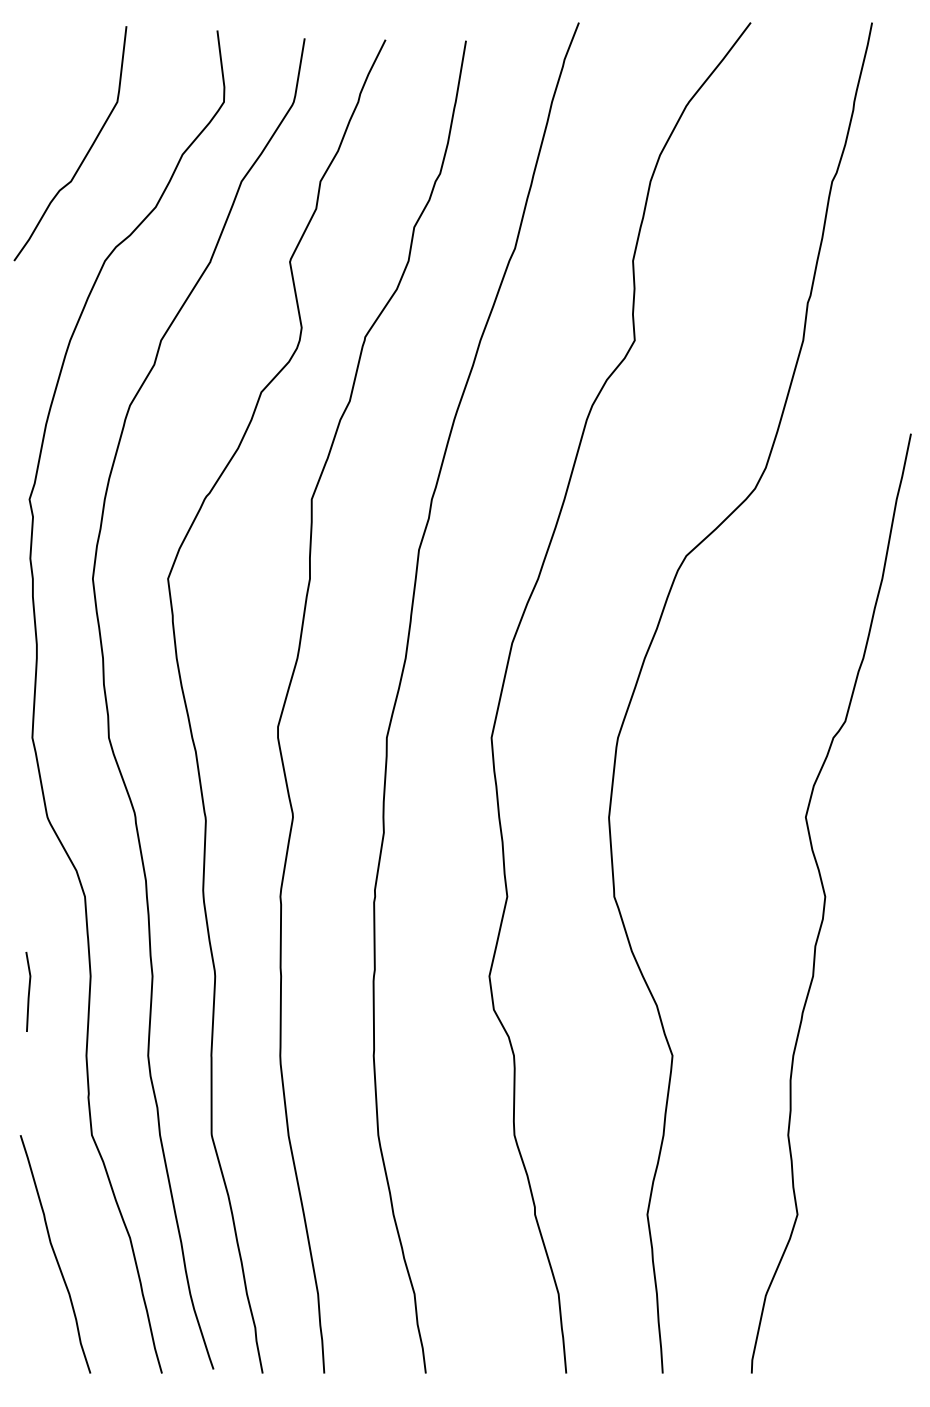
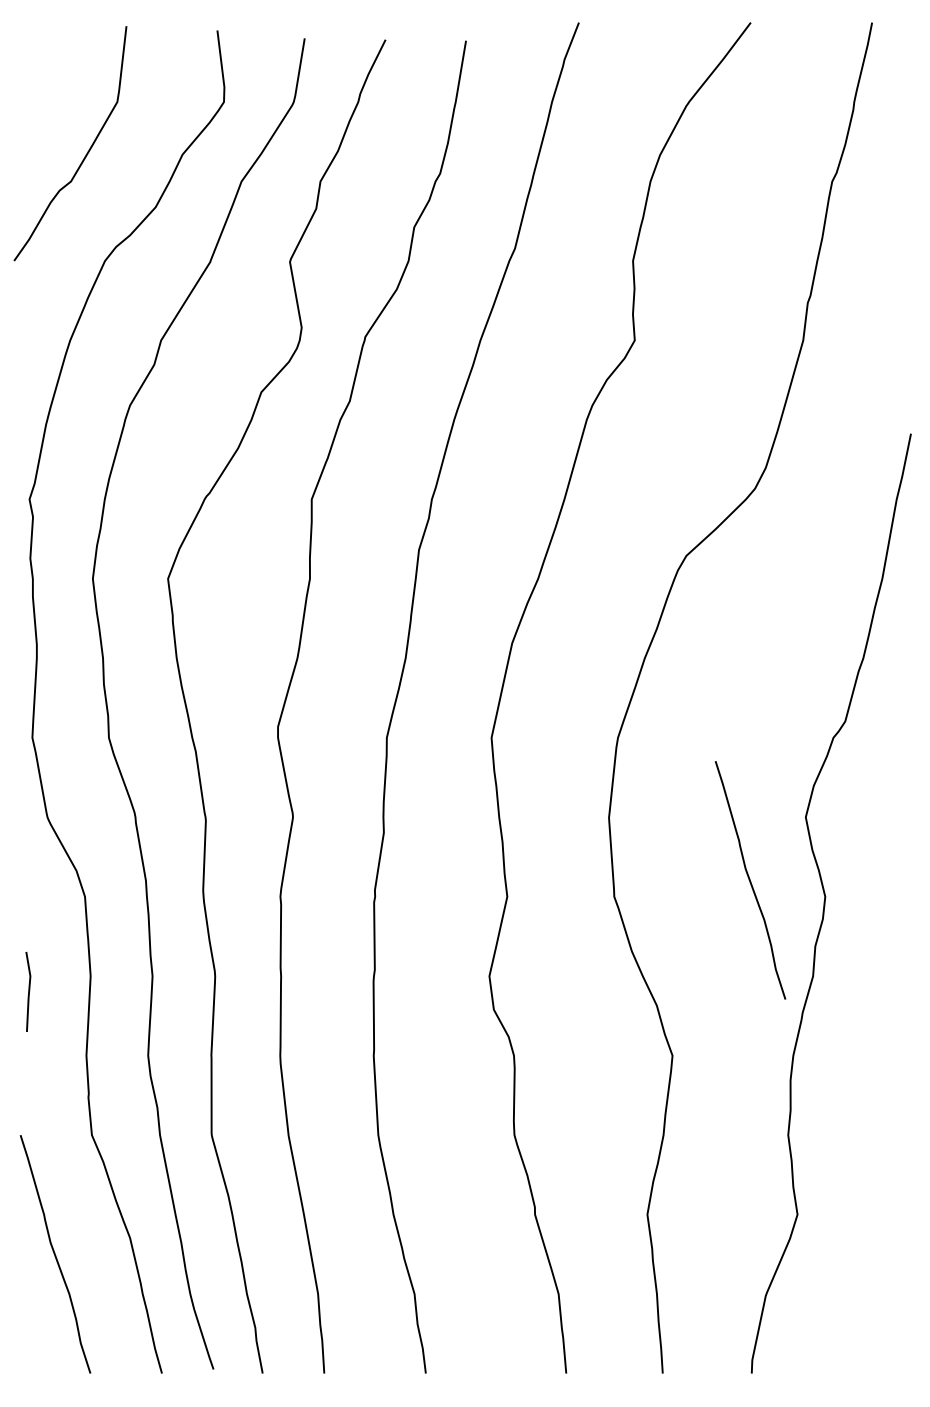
curve at (750, 880): none -> present
